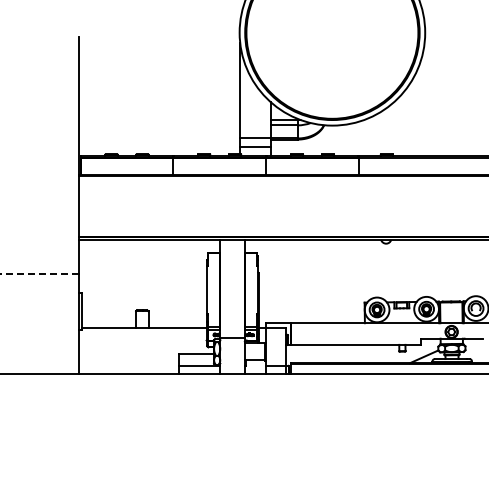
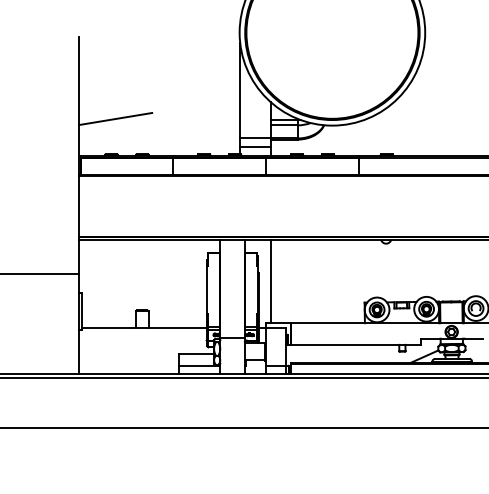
line at (115, 118): none -> present
line at (39, 274): dashed -> solid
line at (271, 281): none -> present
line at (243, 378): none -> present
line at (243, 427): none -> present
